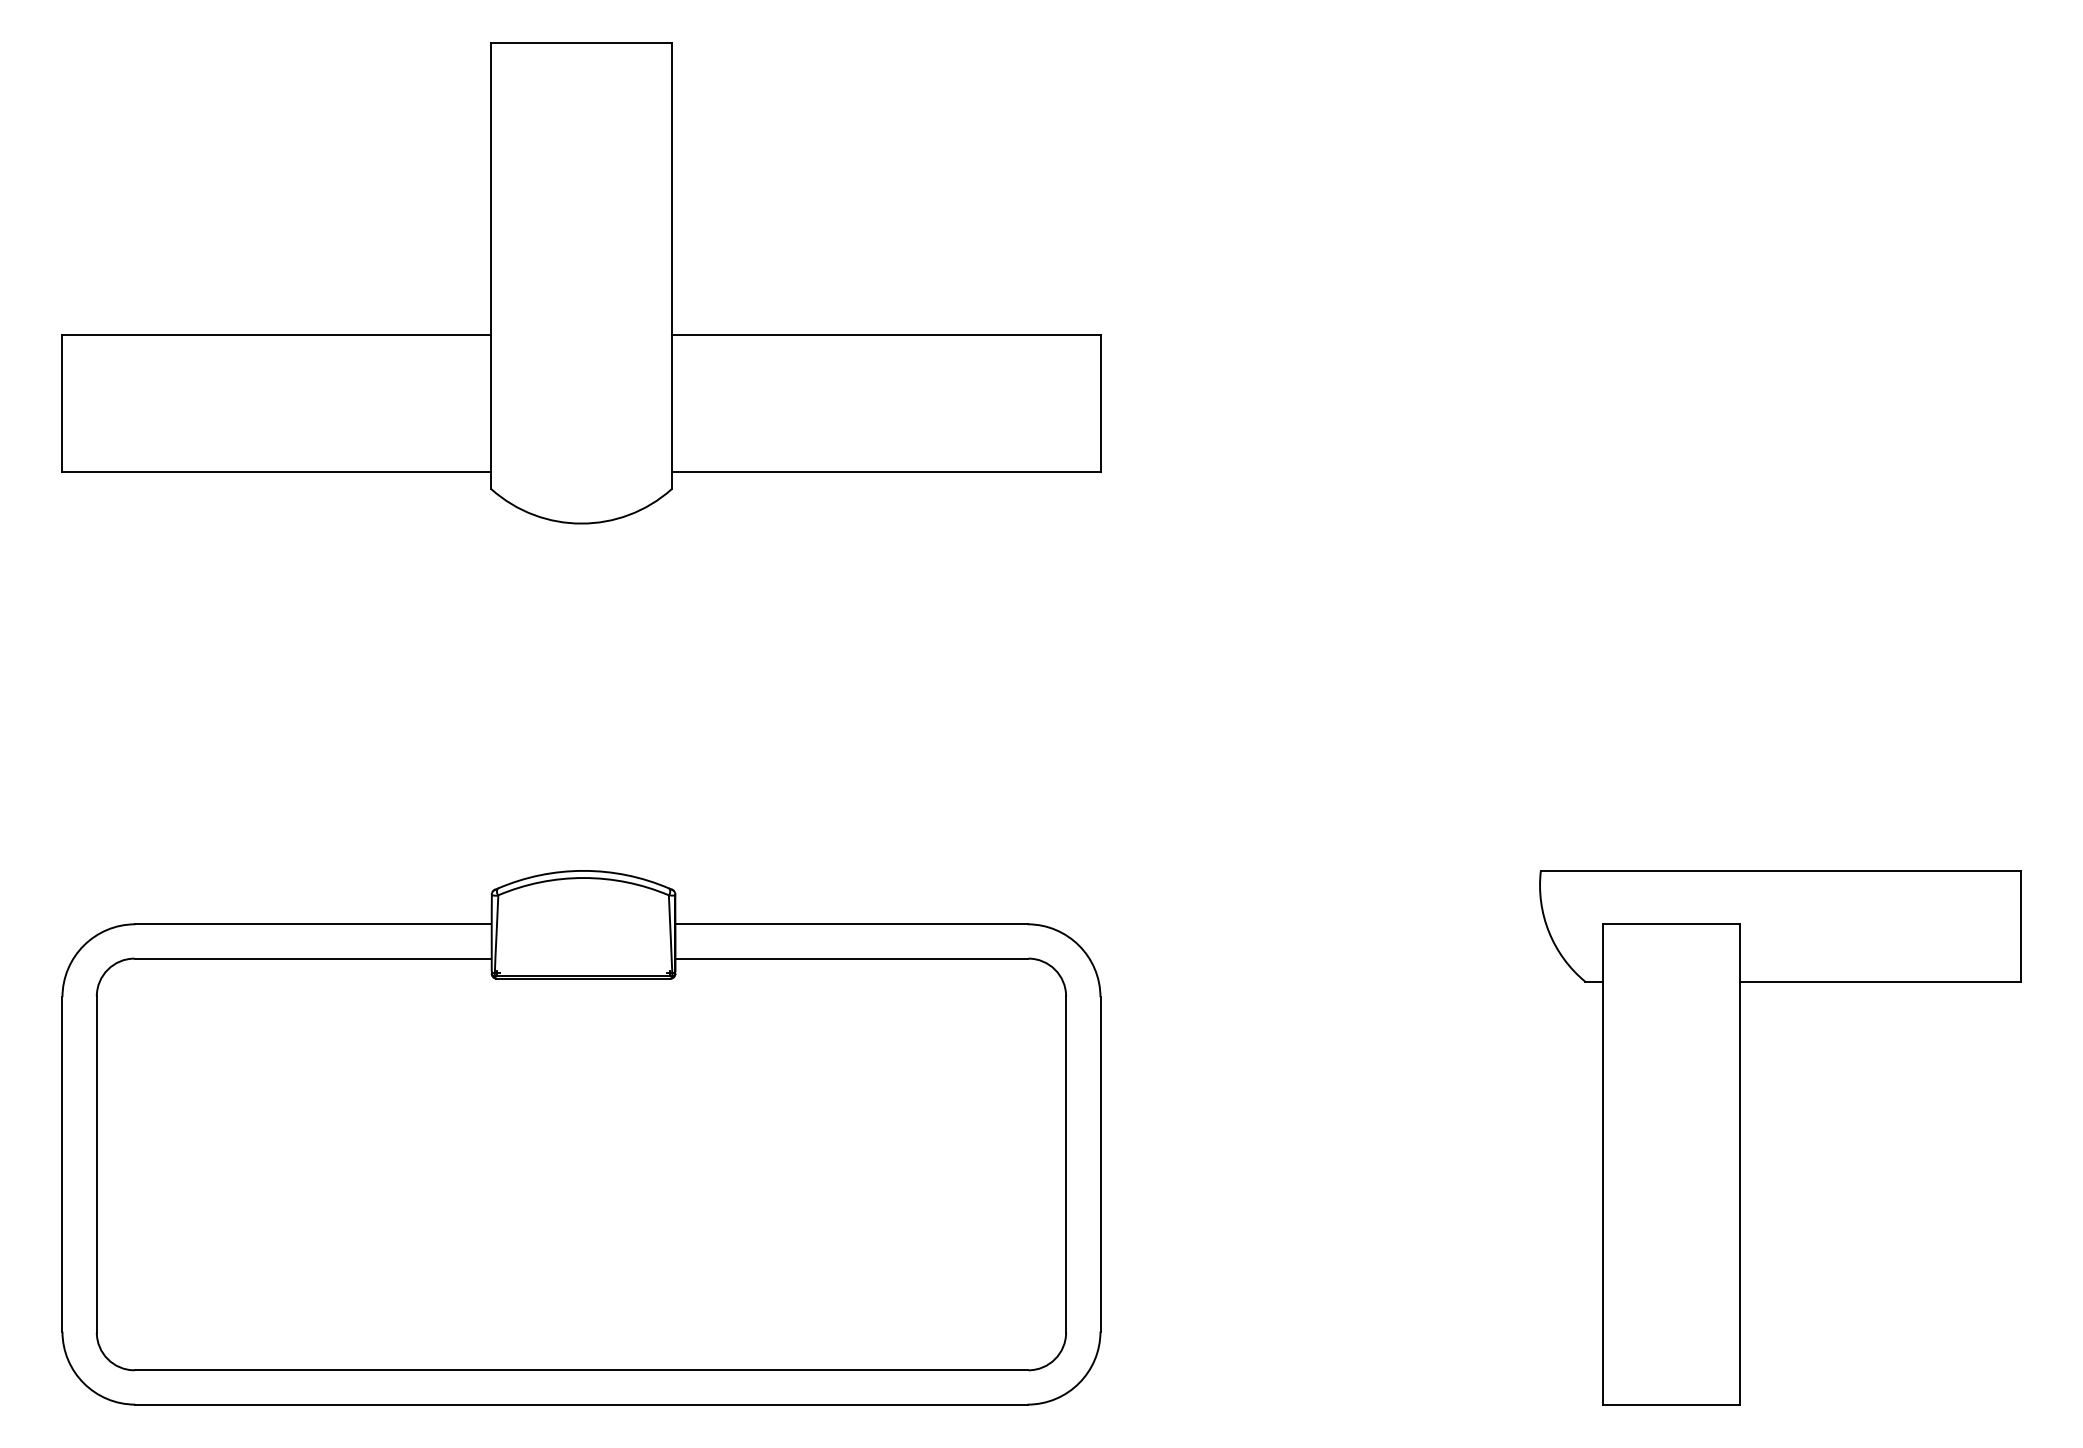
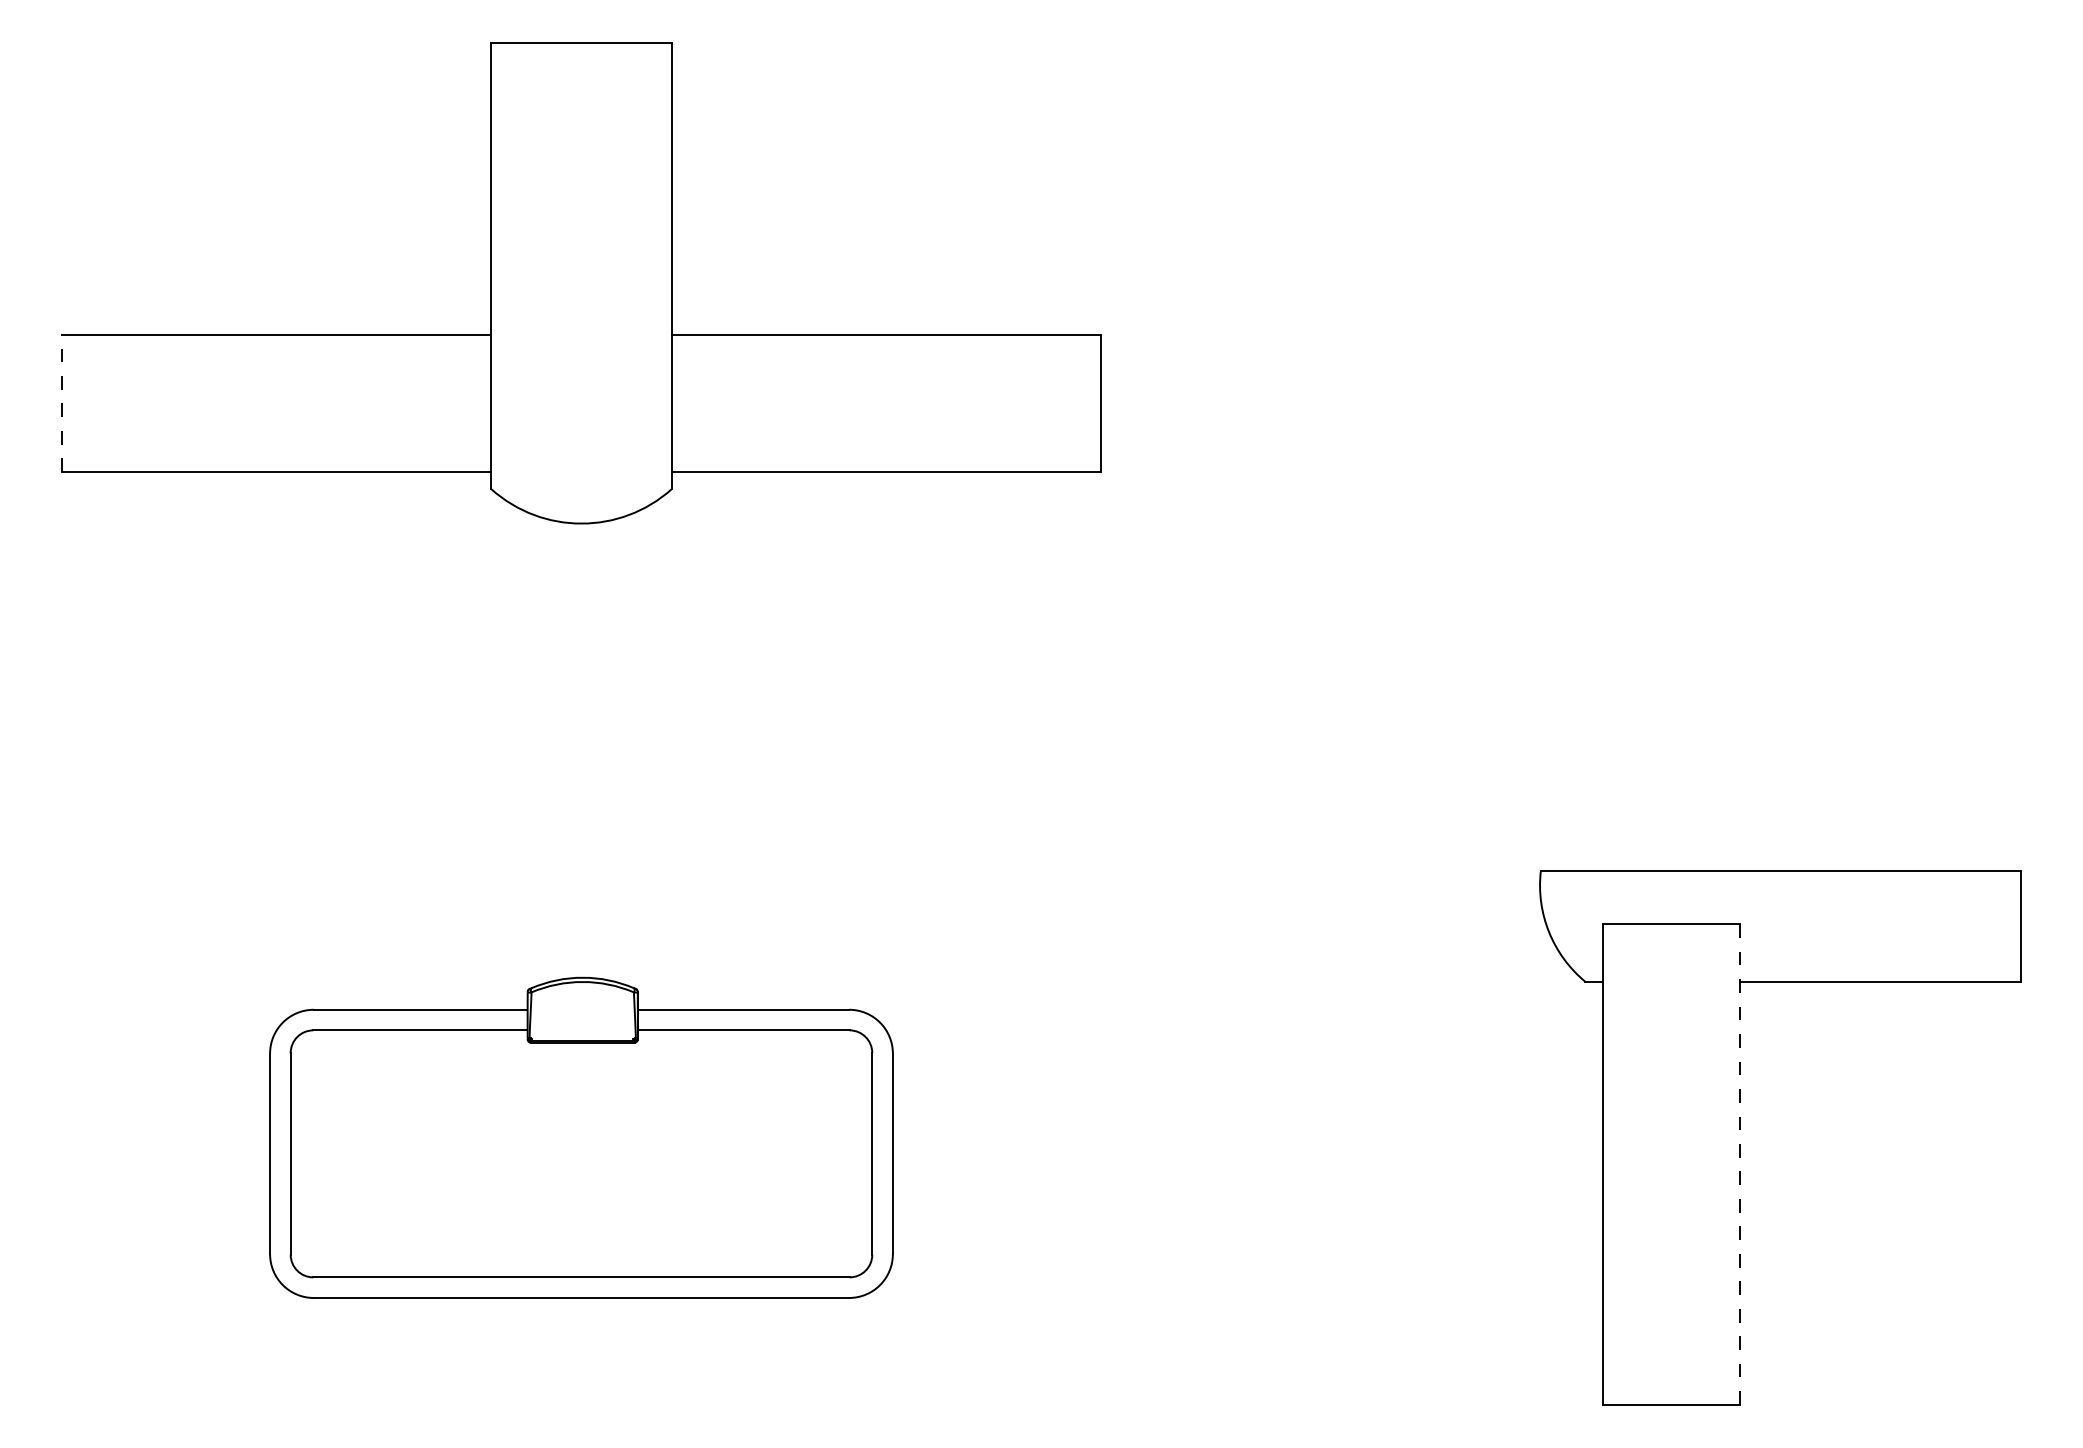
line at (62, 403): solid -> dashed
part at (581, 1137) size: 1041x536 px -> 625x323 px
line at (1739, 1165): solid -> dashed
